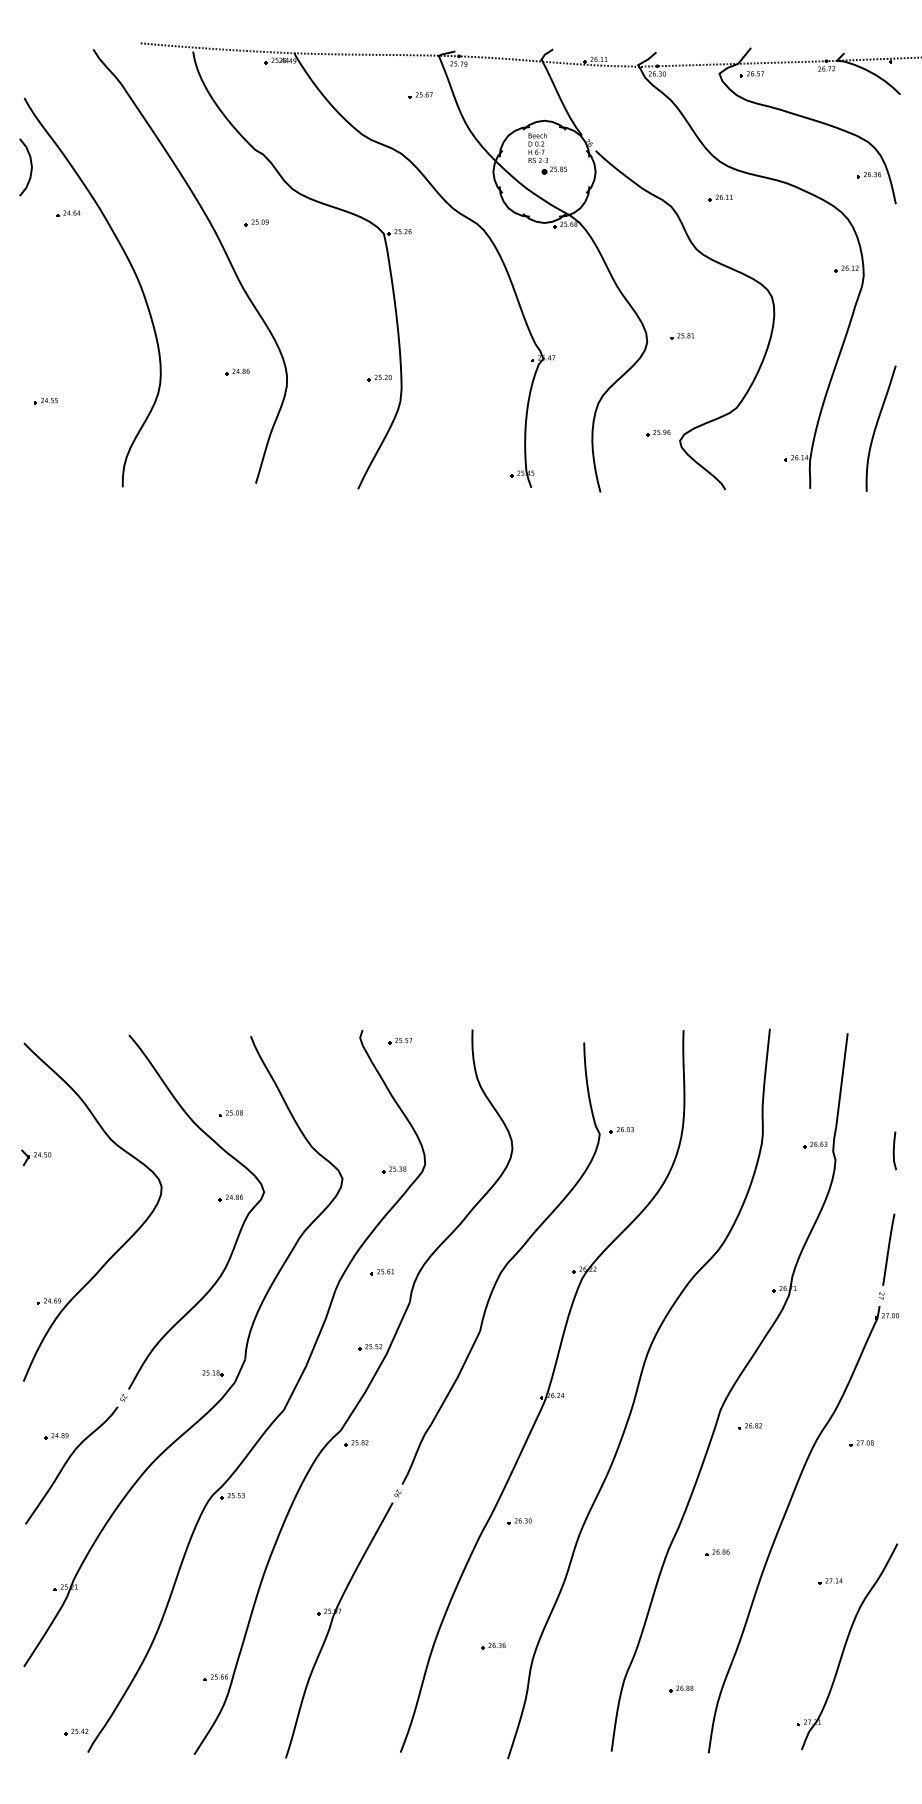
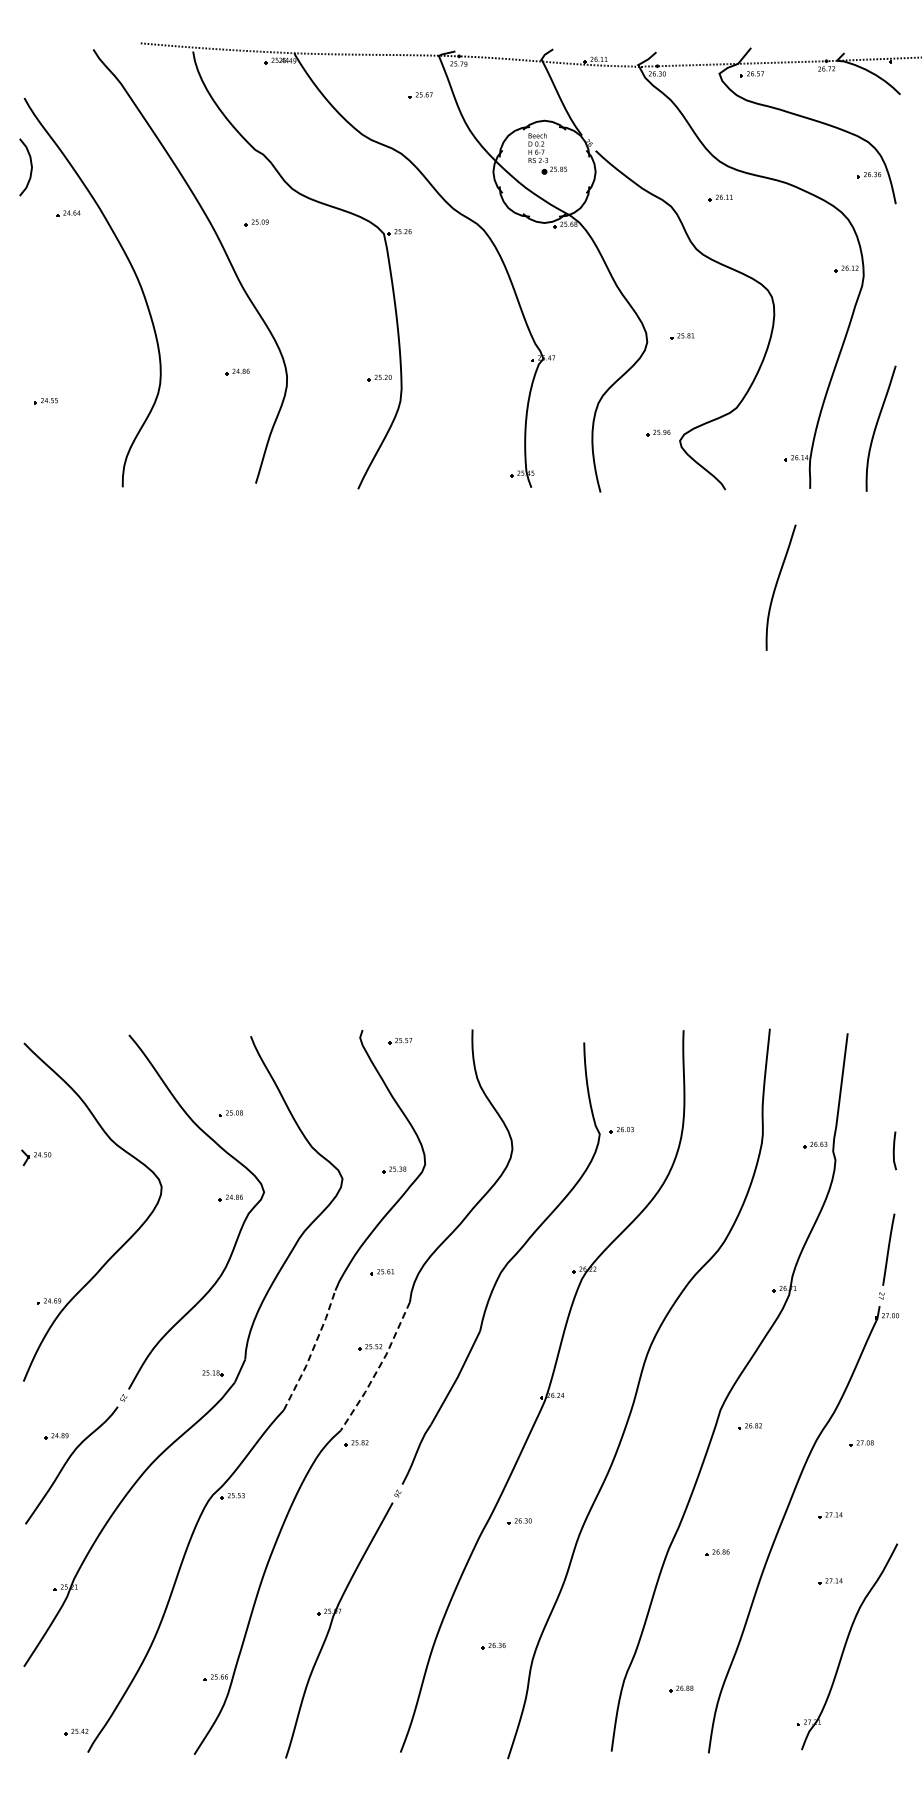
curve at (776, 587): none -> present
line at (312, 1351): solid -> dashed
line at (378, 1368): solid -> dashed
part at (830, 1515): none -> present
